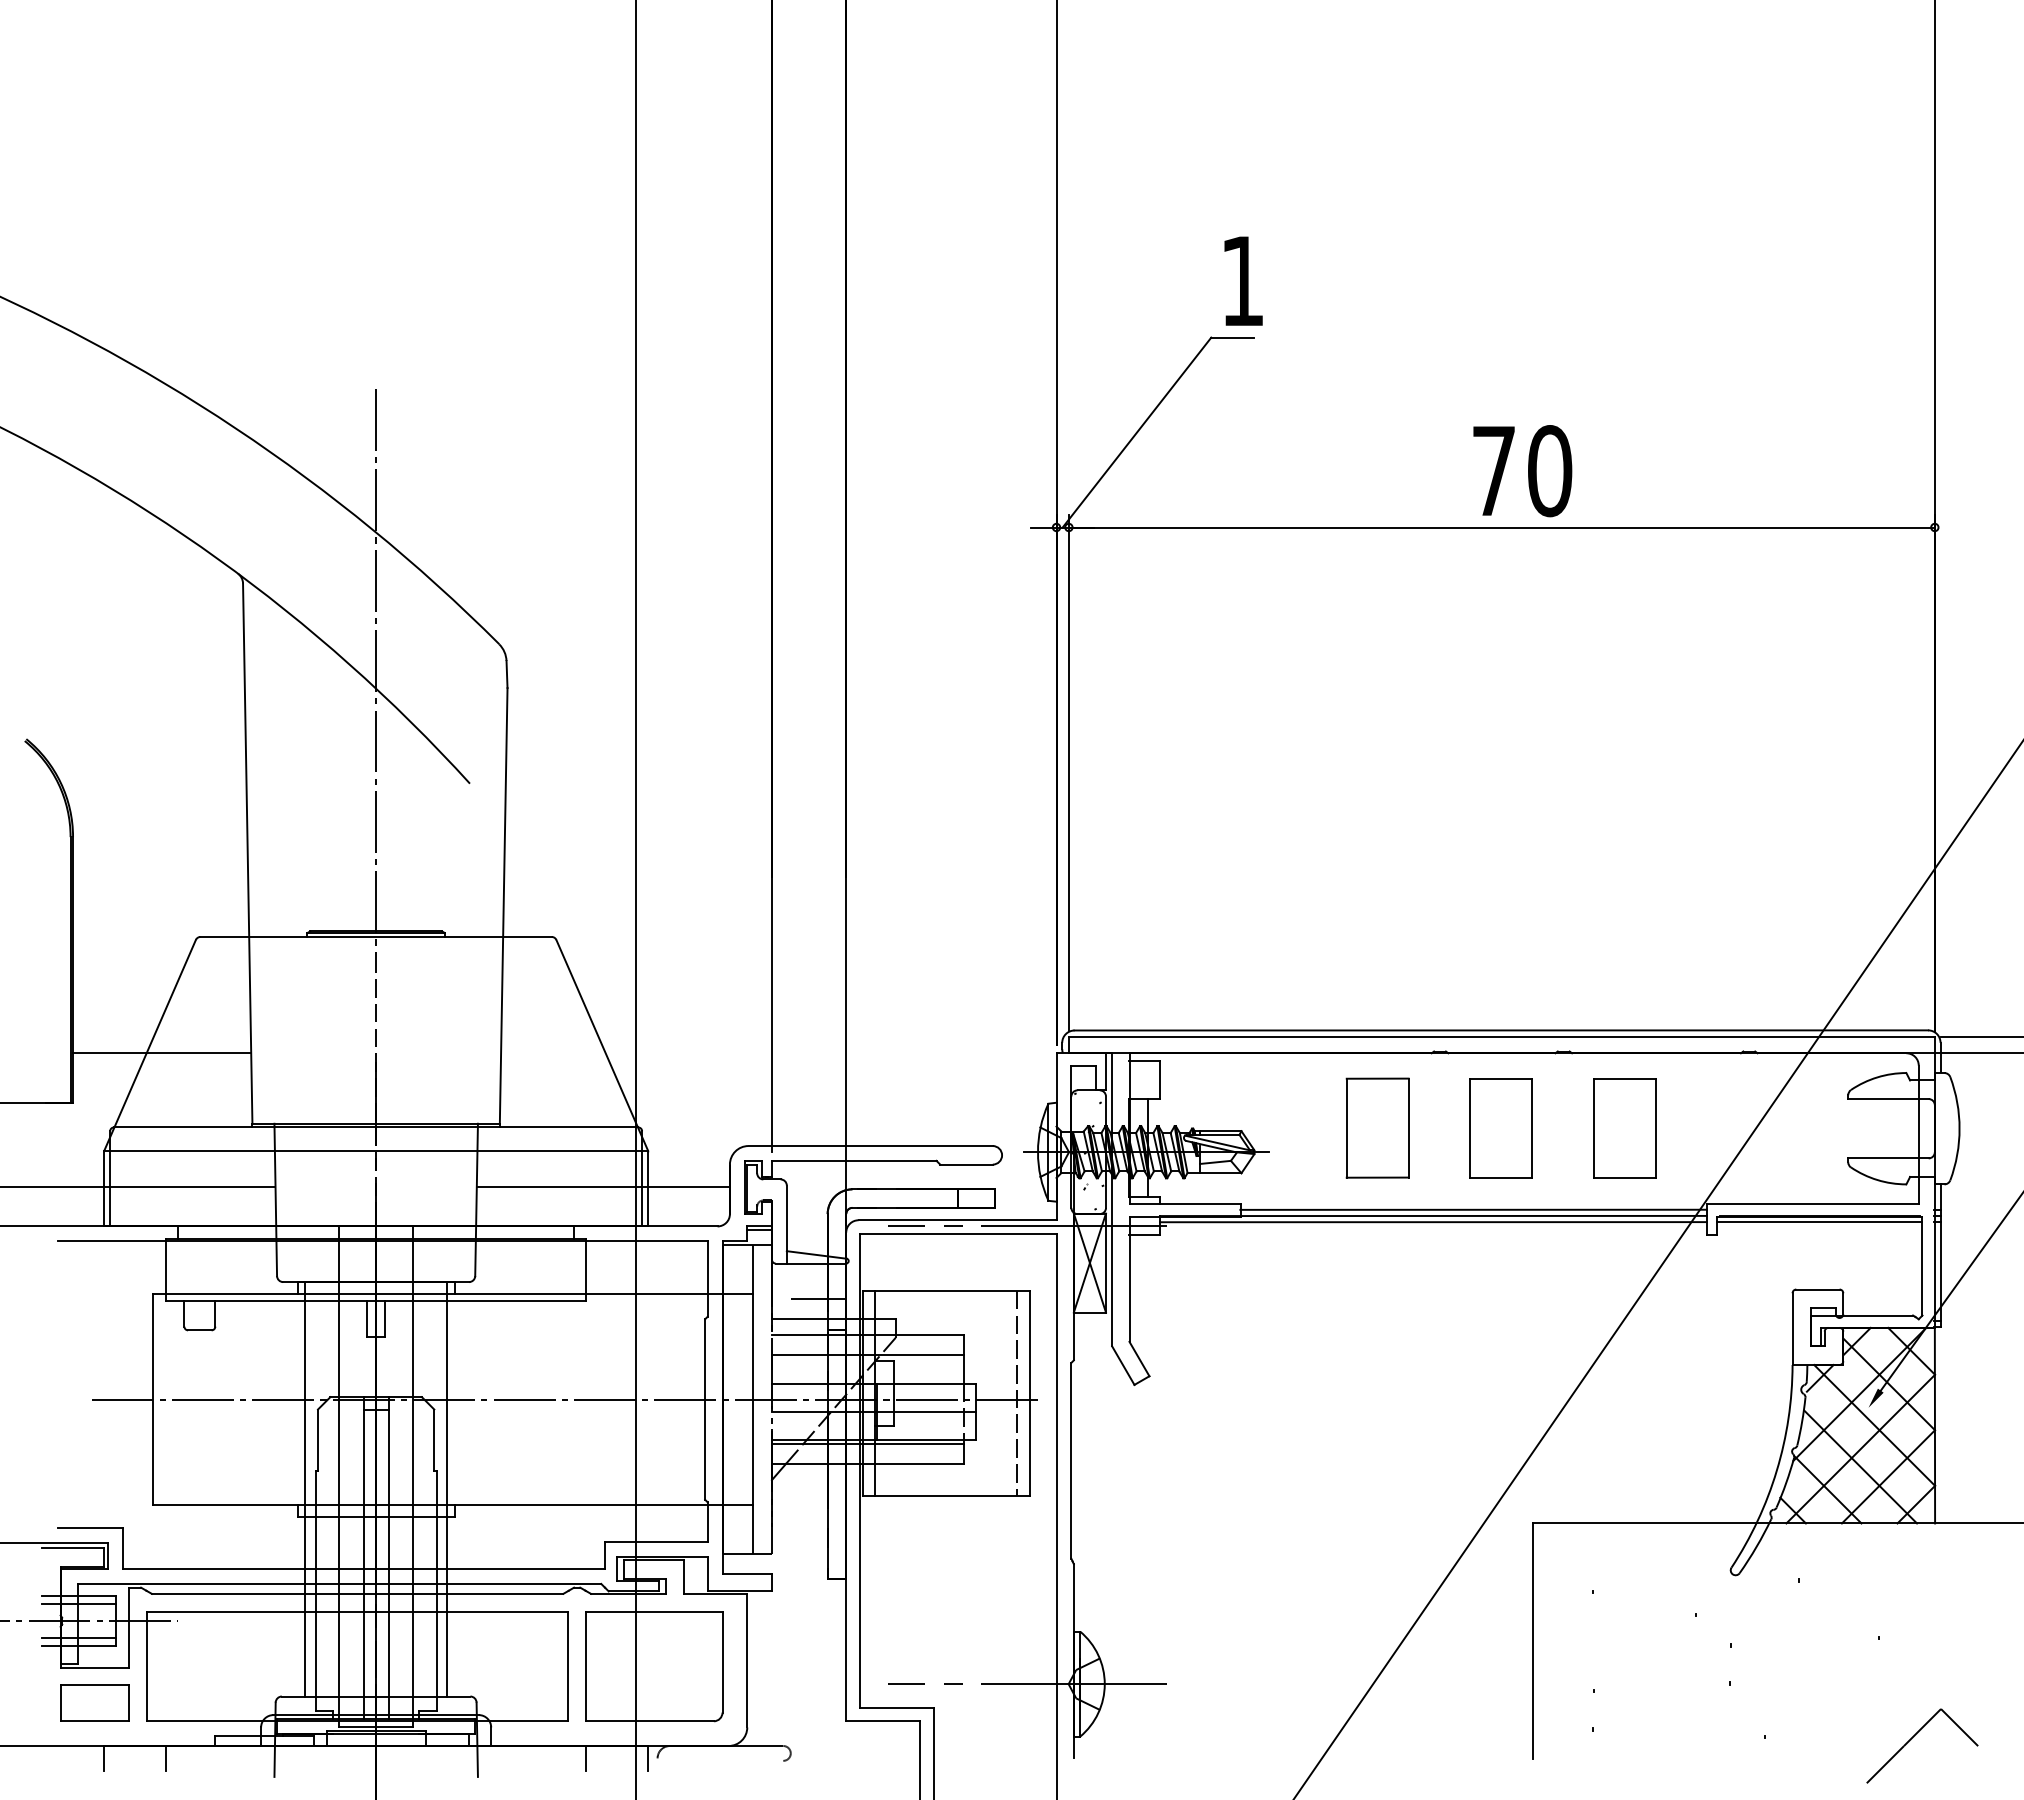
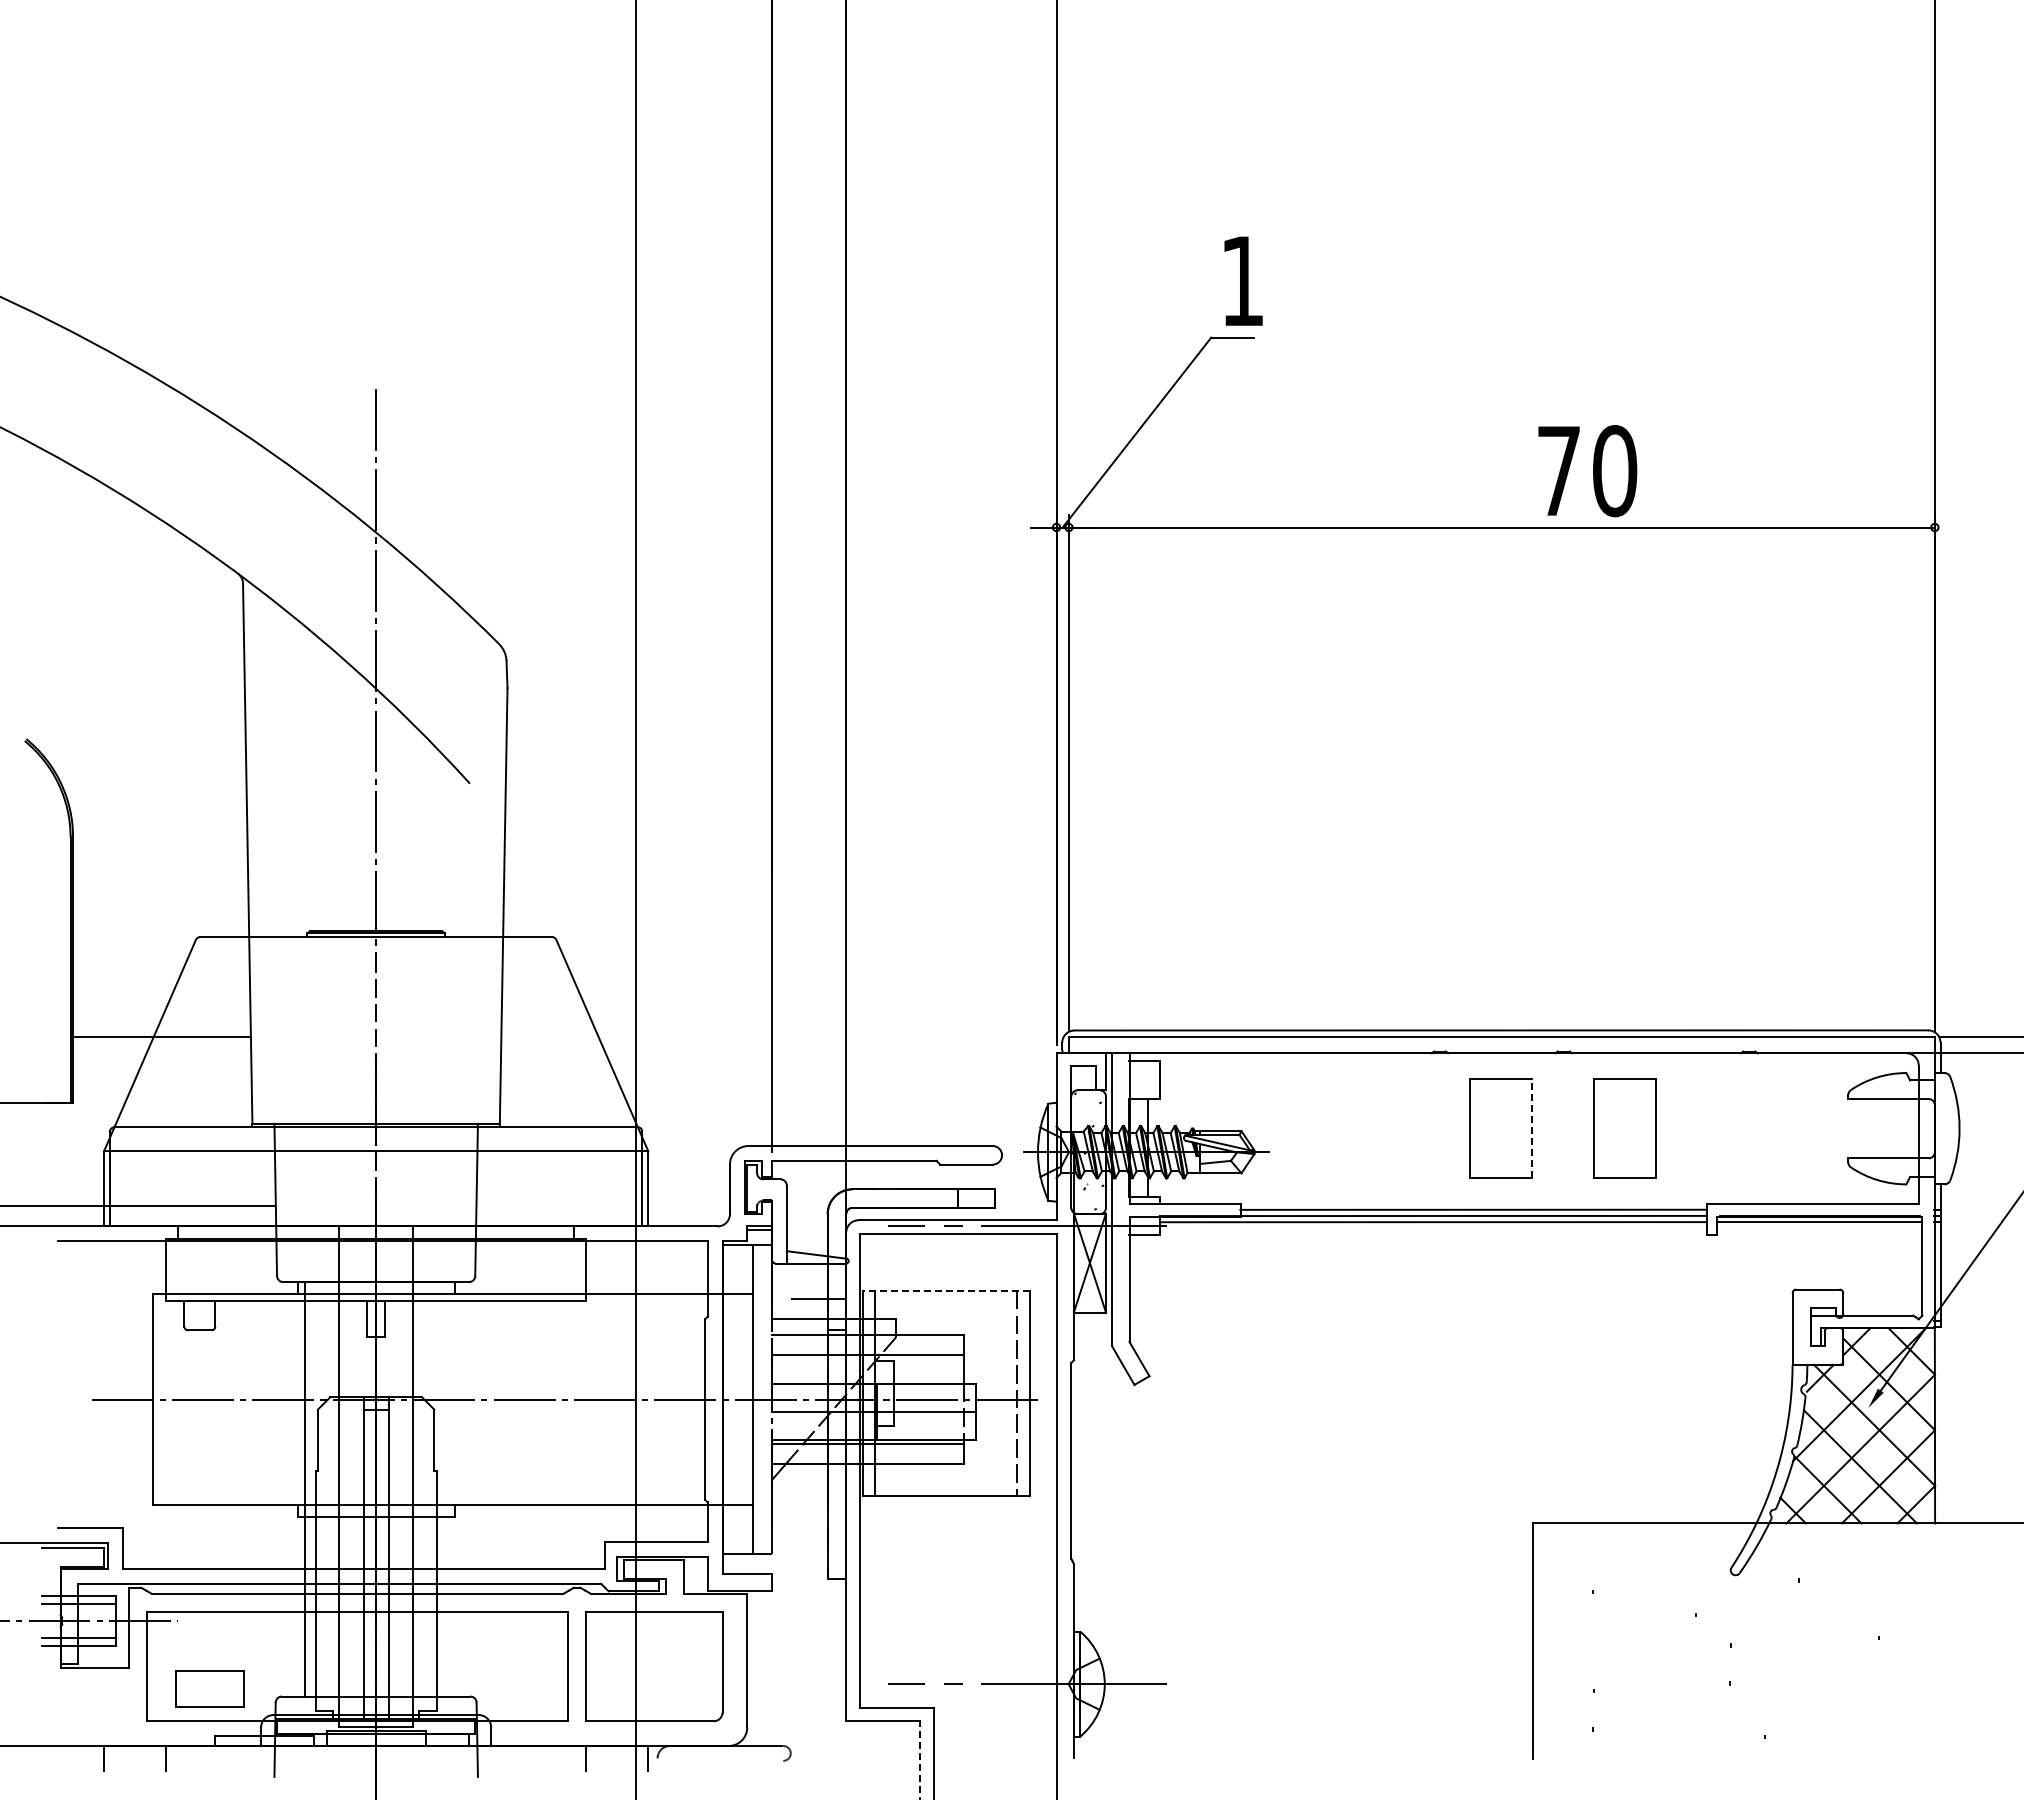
text at (1522, 471) position: (1522, 471) -> (1587, 471)
line at (162, 1053) position: (162, 1053) -> (162, 1037)
part at (1377, 1127): present -> none
line at (1532, 1127): solid -> dashed
line at (138, 1186) position: (138, 1186) -> (138, 1205)
line at (602, 1186): present -> none
line at (1657, 1270): present -> none
line at (946, 1290): solid -> dashed
line at (447, 1489): present -> none
part at (94, 1702) position: (94, 1702) -> (209, 1688)
part at (1914, 1736): present -> none
line at (920, 1760): solid -> dashed
